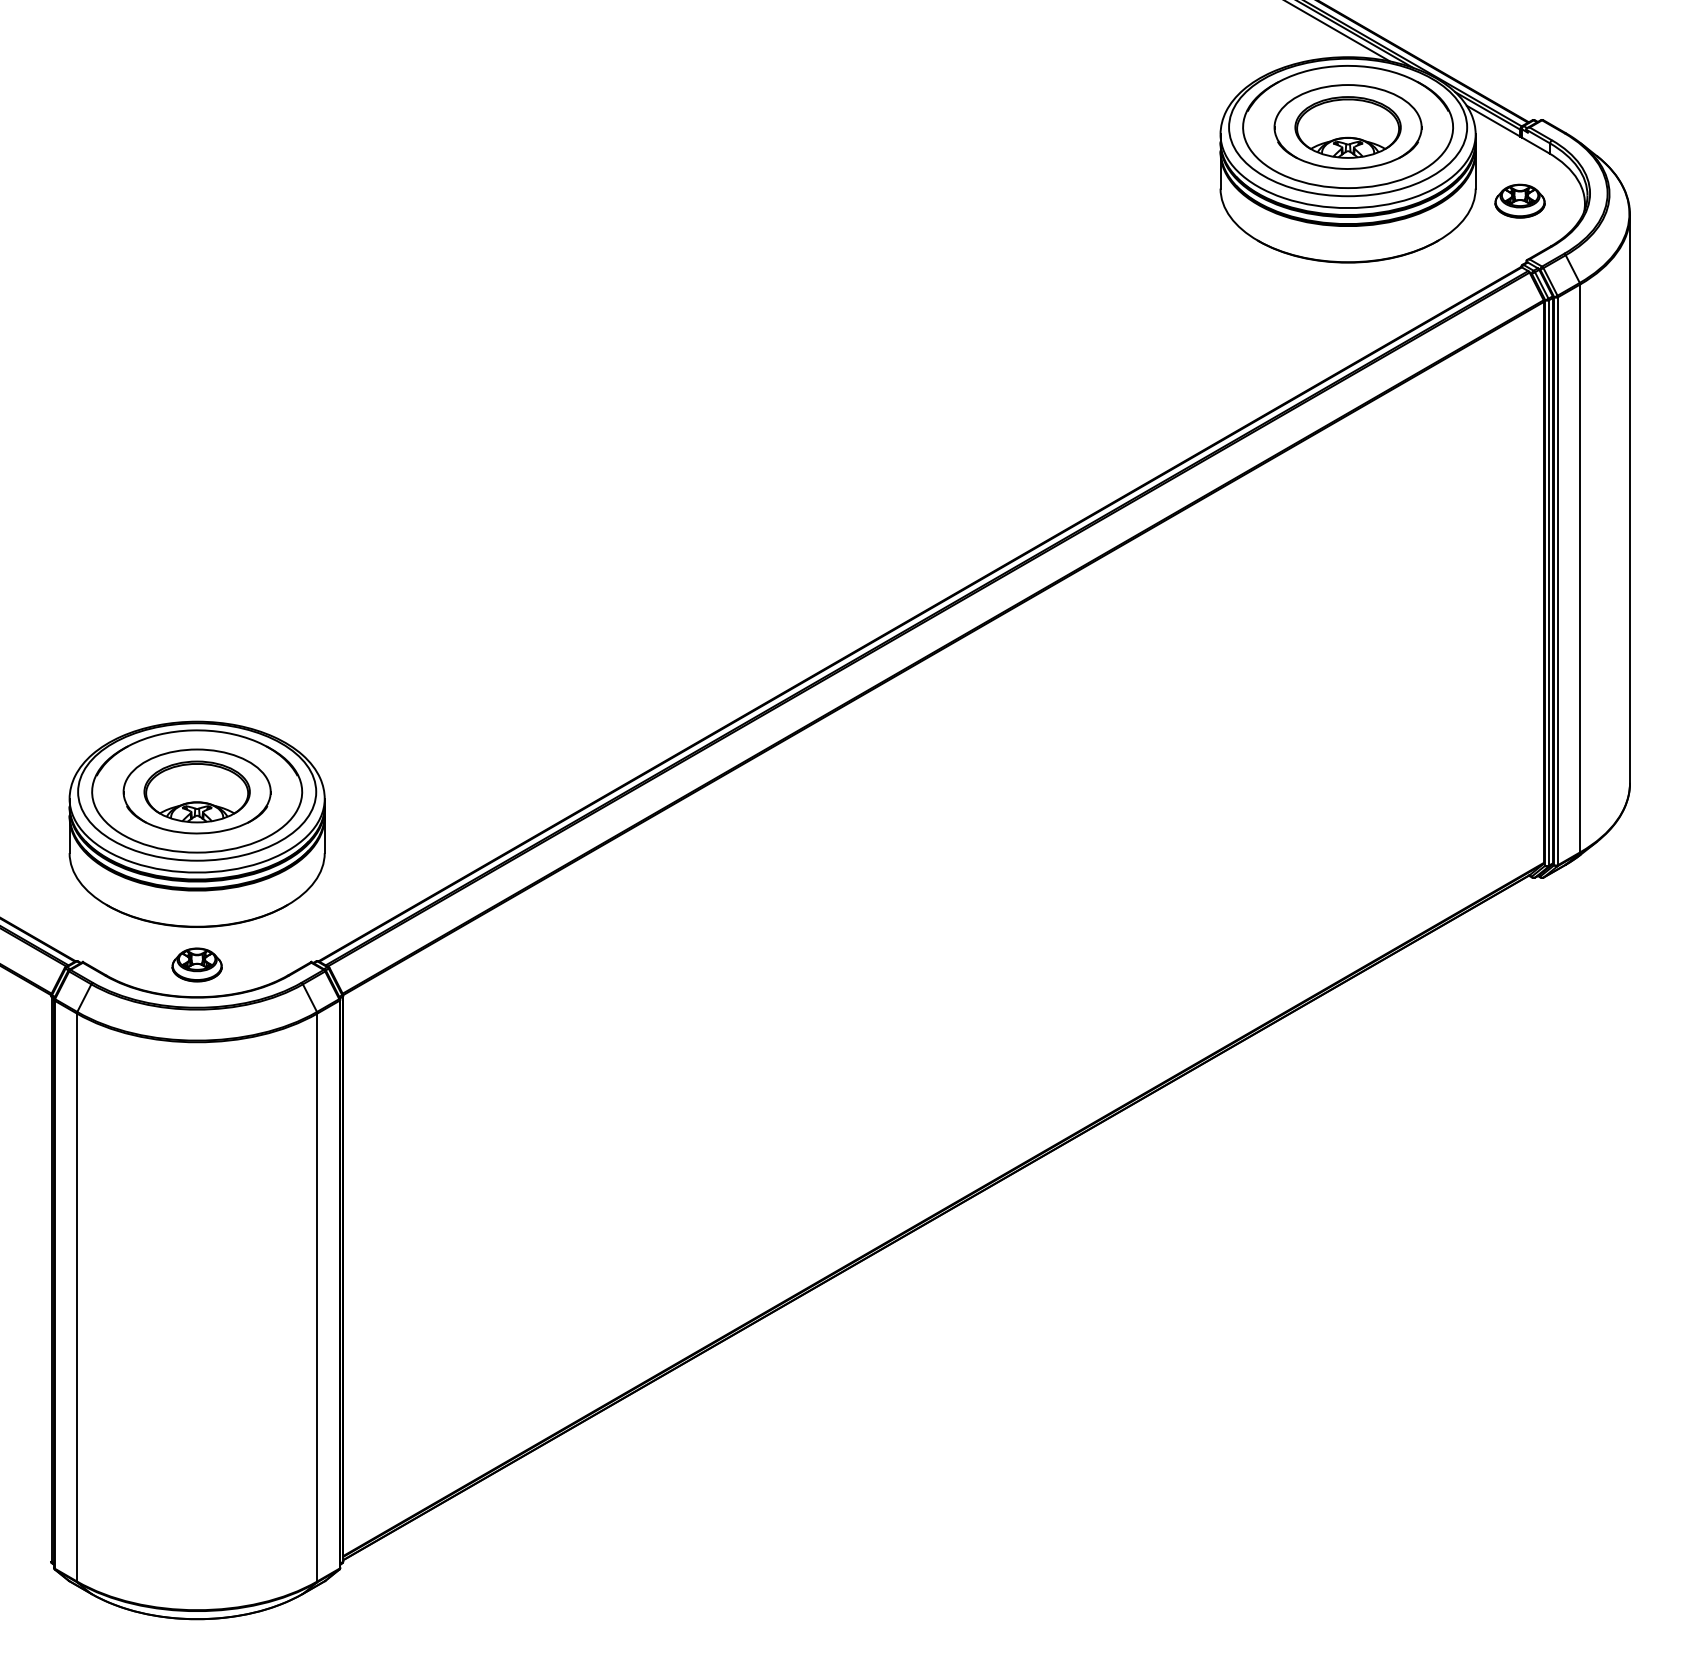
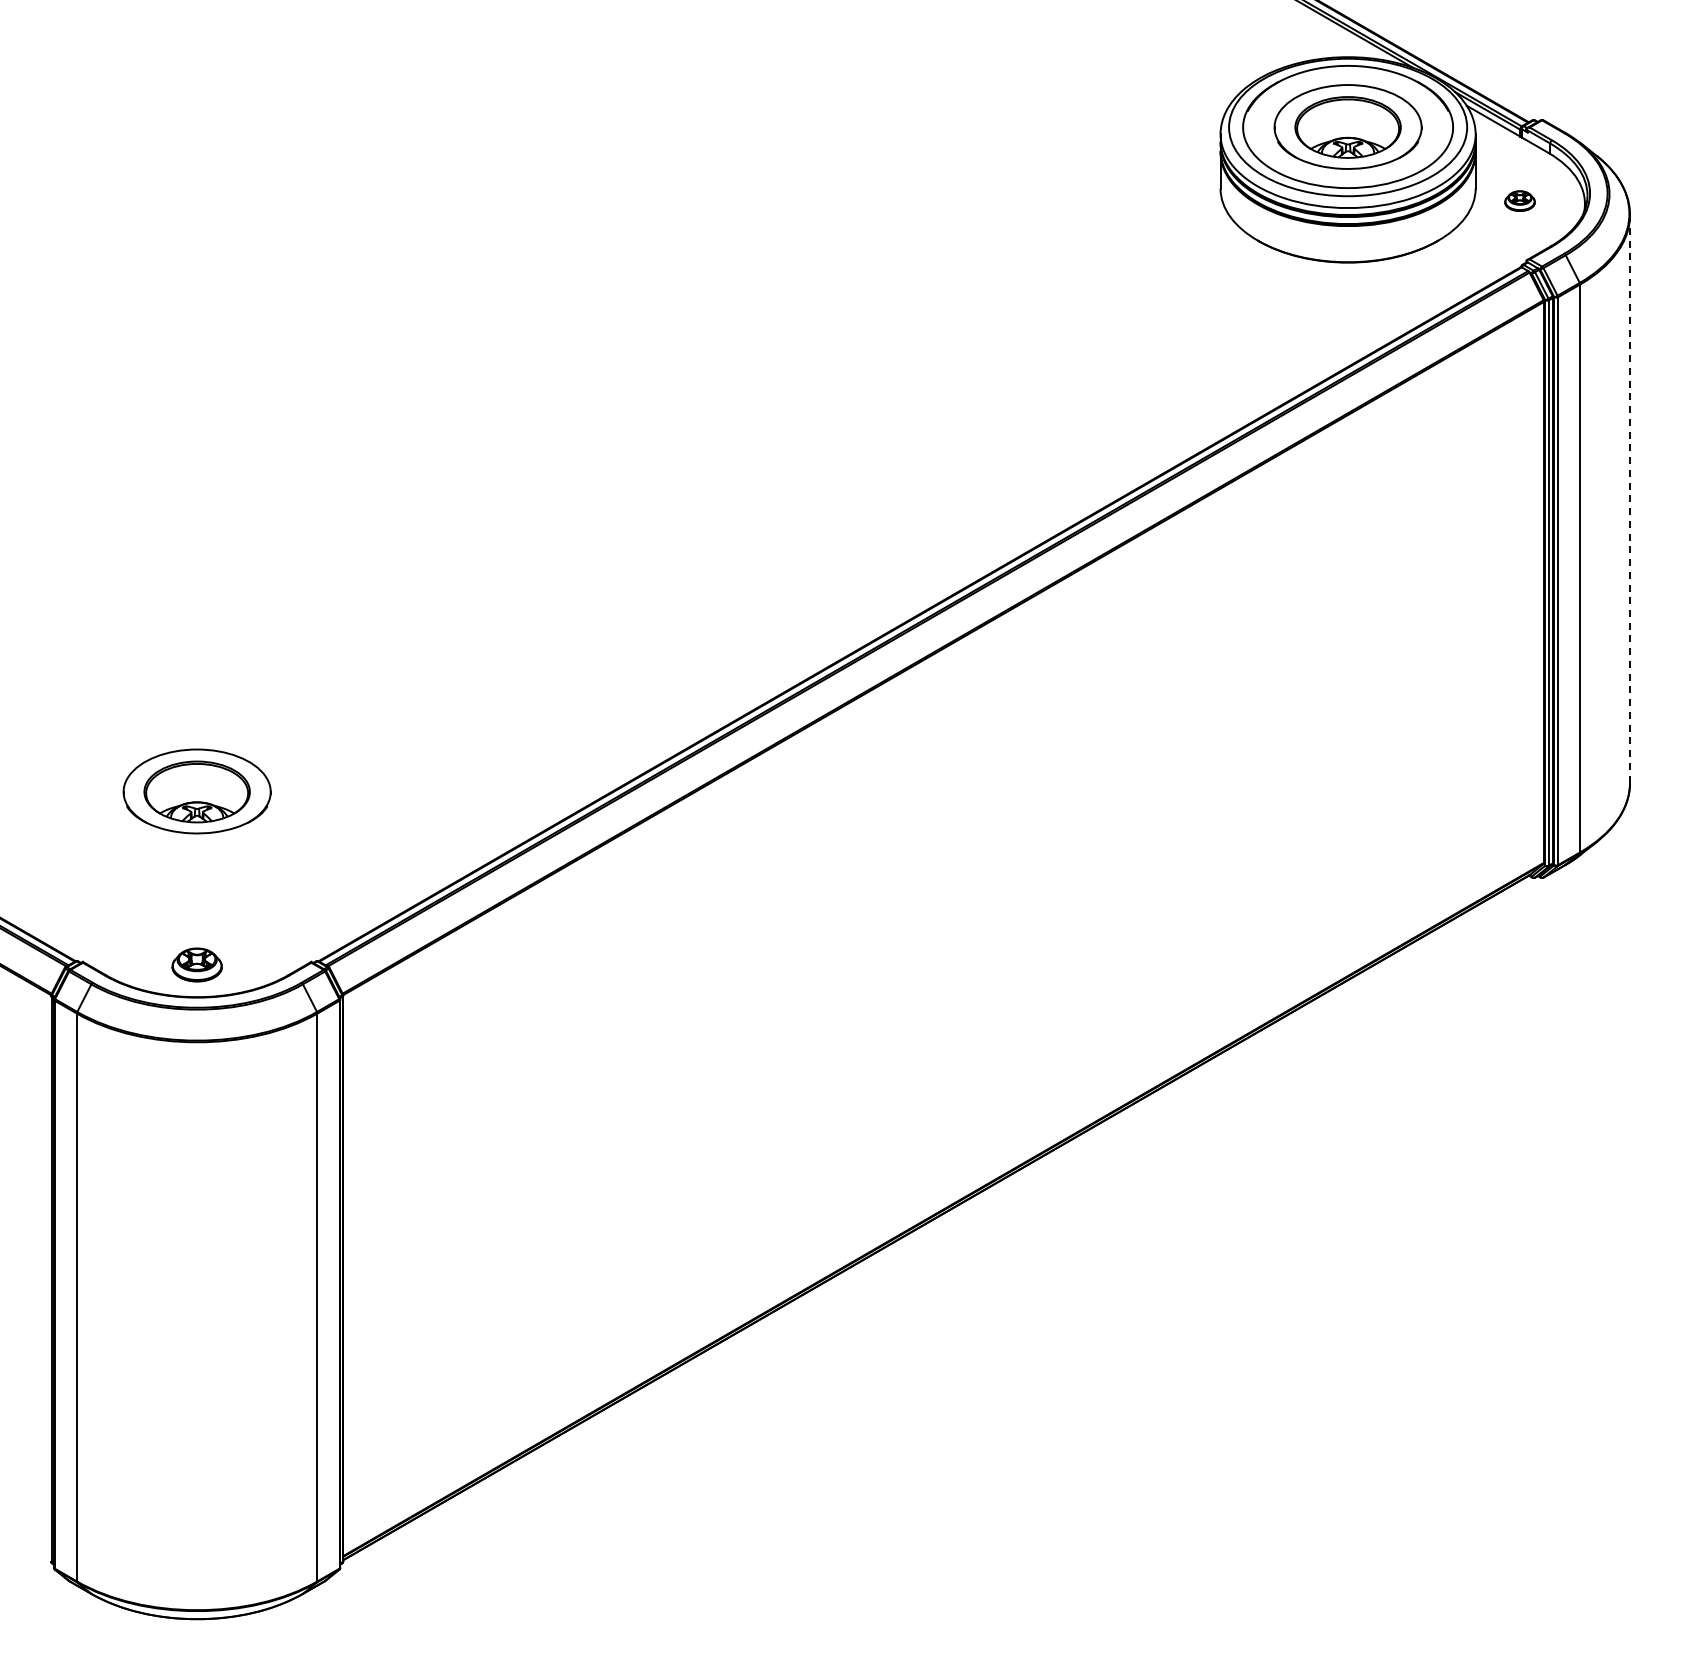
line at (1338, 31): present -> none
part at (1519, 200) size: 52x36 px -> 32x22 px
line at (1630, 498): solid -> dashed
part at (196, 823): present -> none
